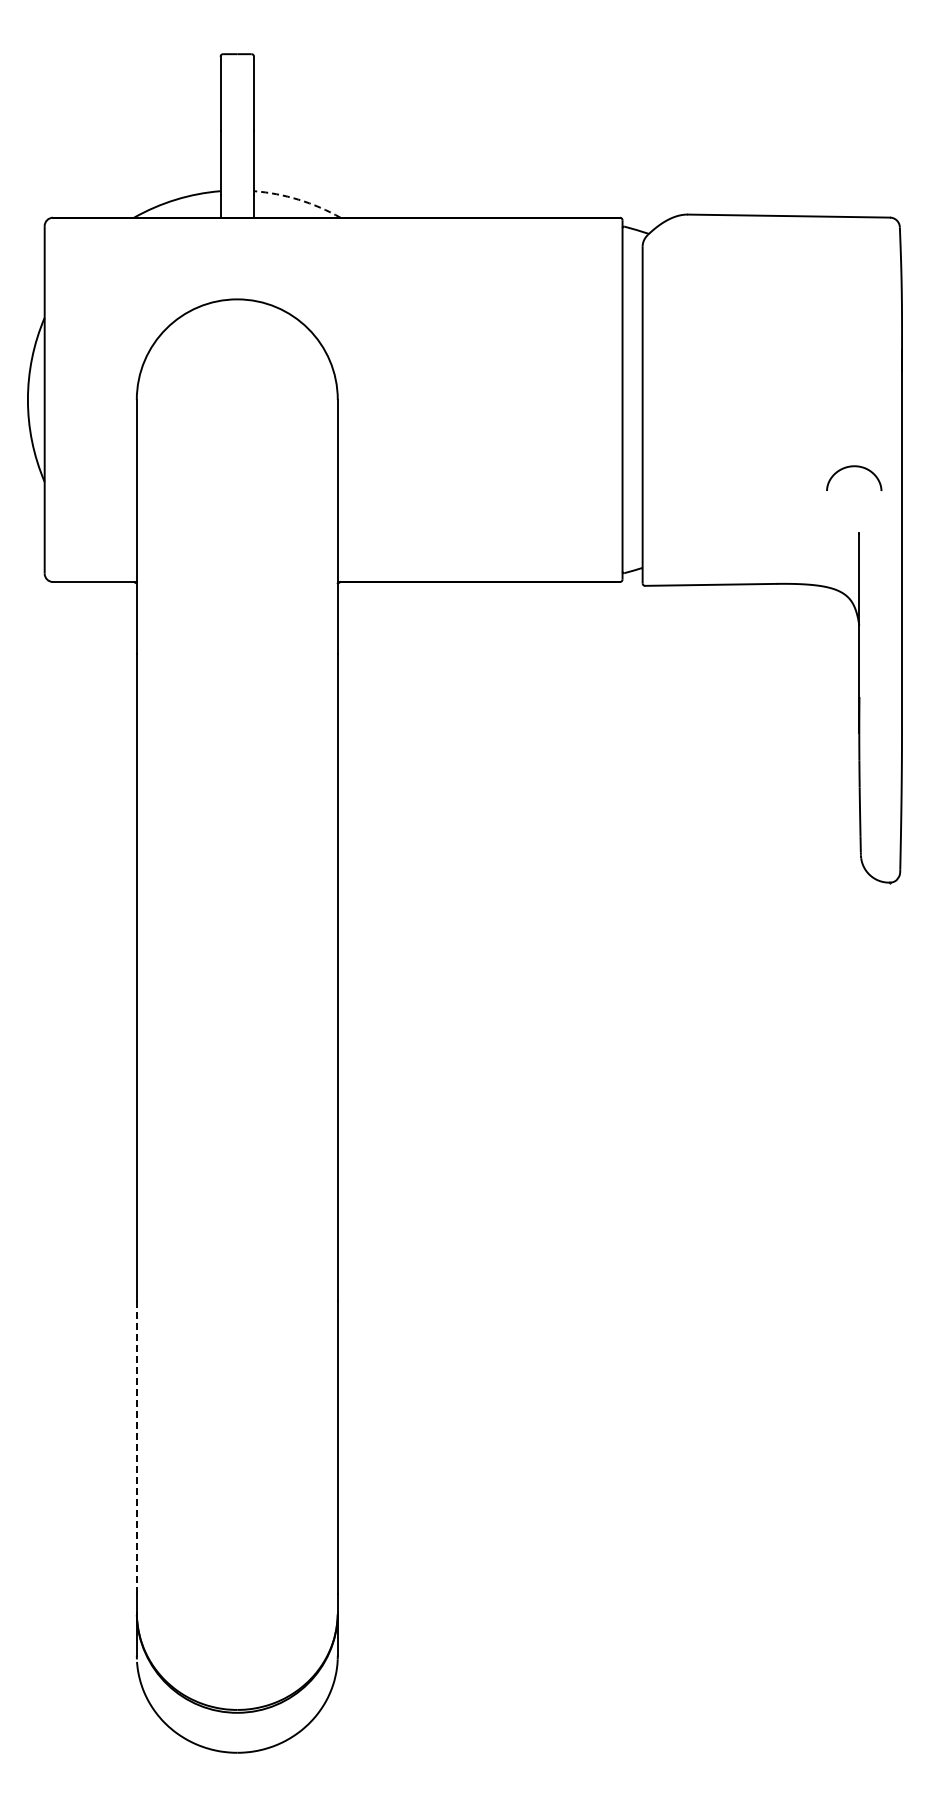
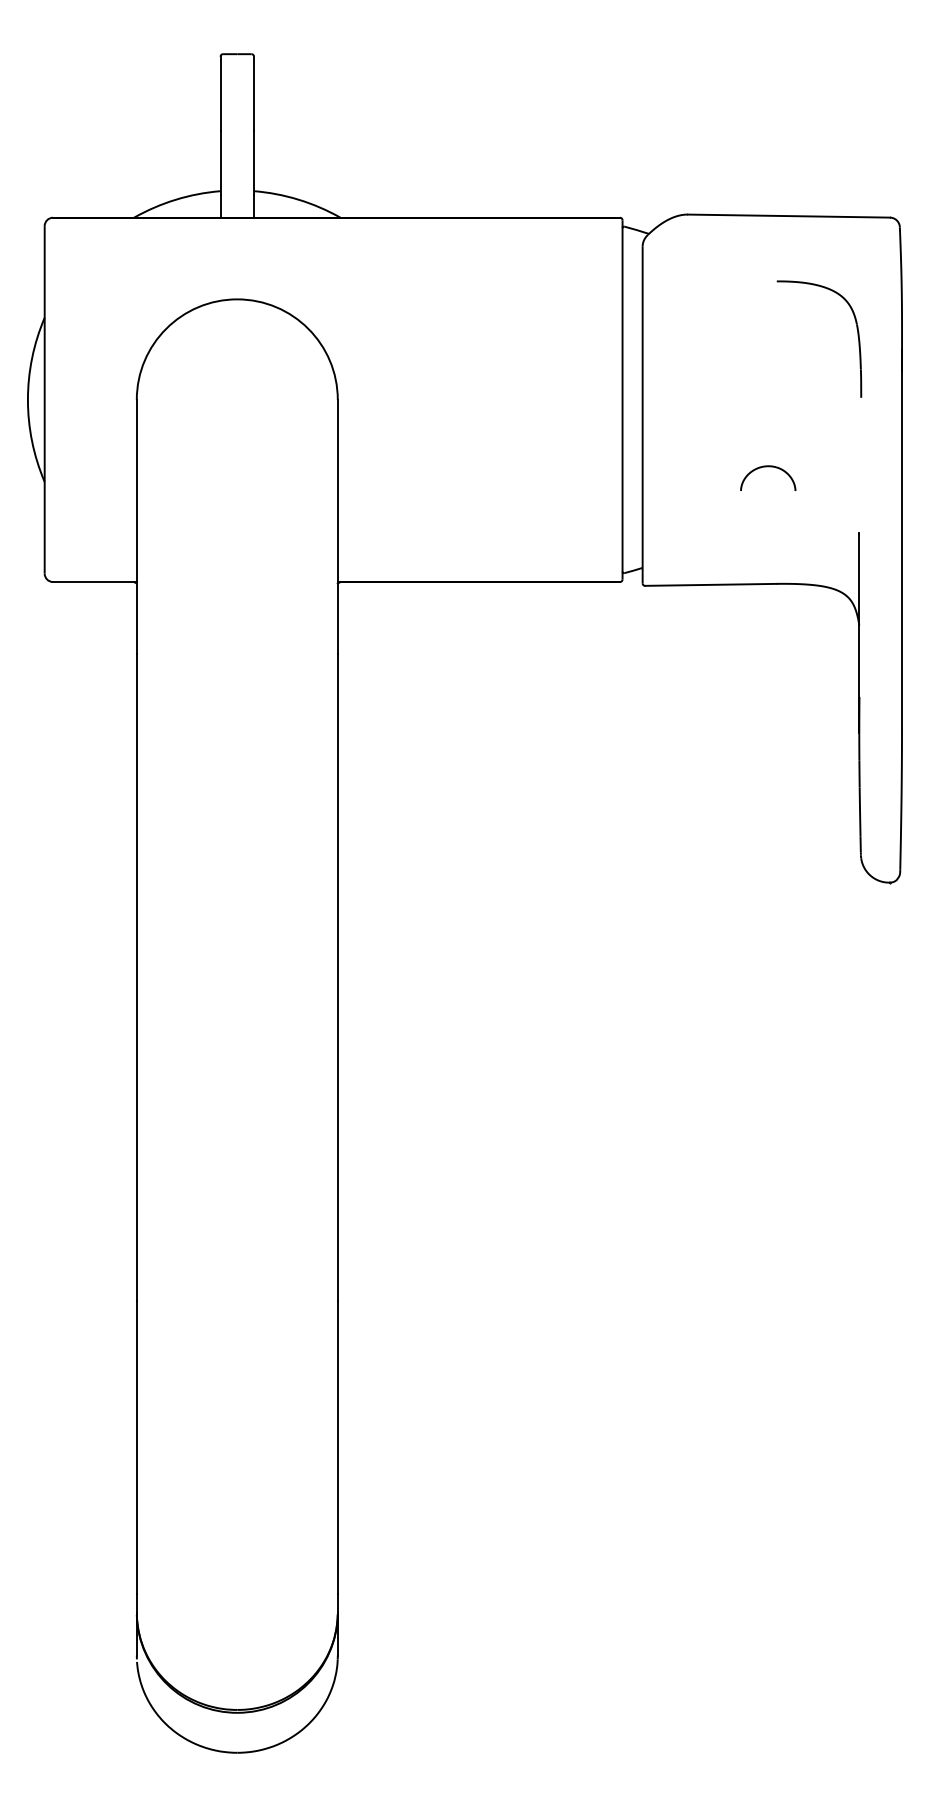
arc at (298, 199): dashed -> solid
part at (857, 336): none -> present
part at (854, 467) position: (854, 467) -> (768, 467)
line at (136, 1447): dashed -> solid
